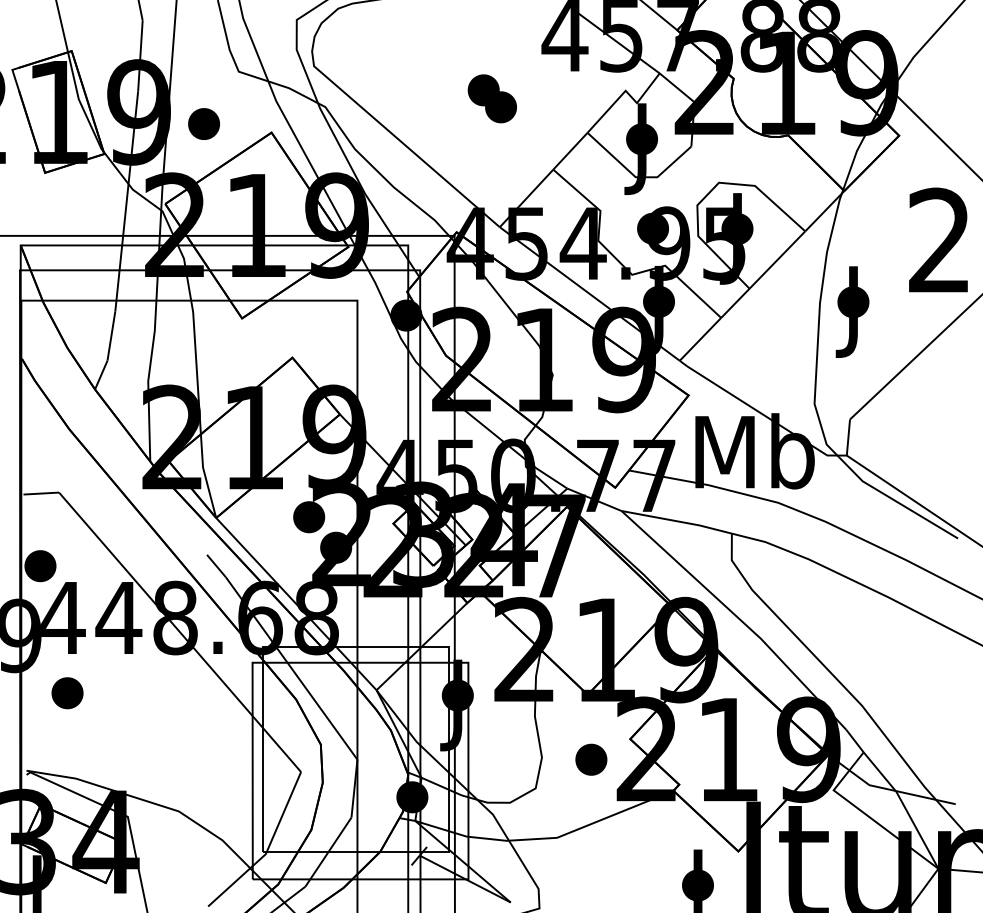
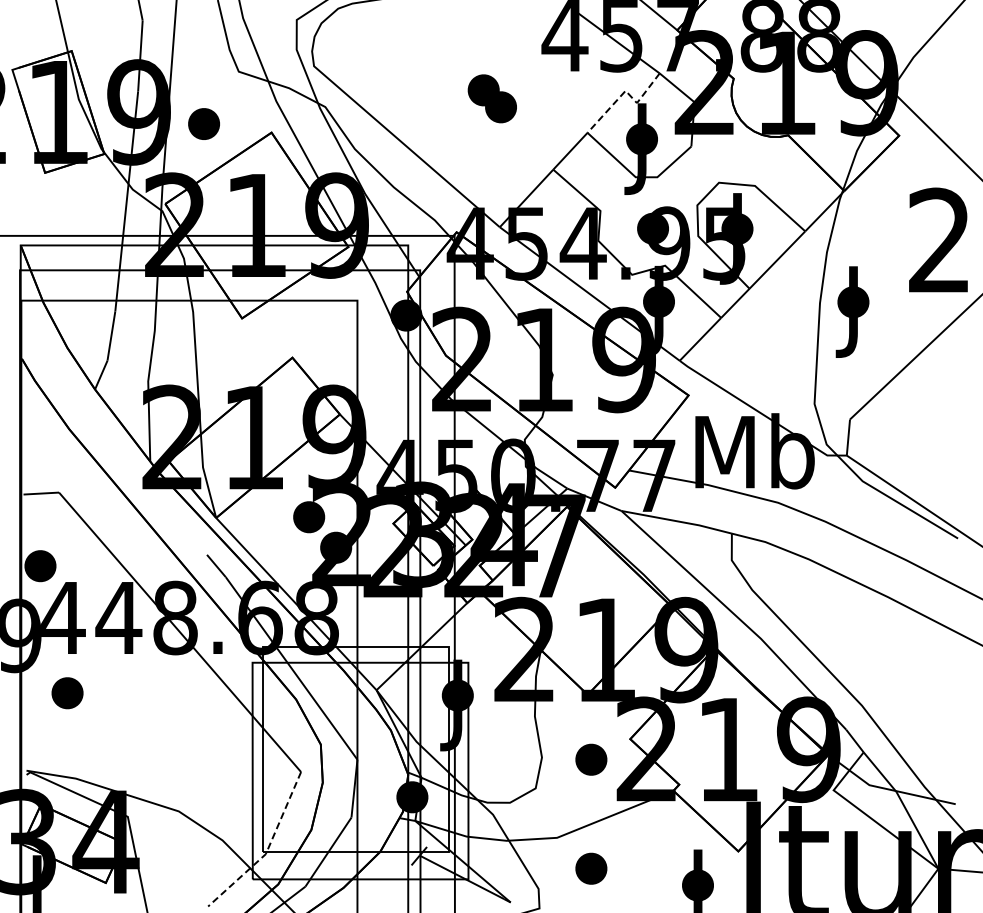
line at (625, 90): solid -> dashed
line at (267, 849): solid -> dashed
part at (591, 868): none -> present
